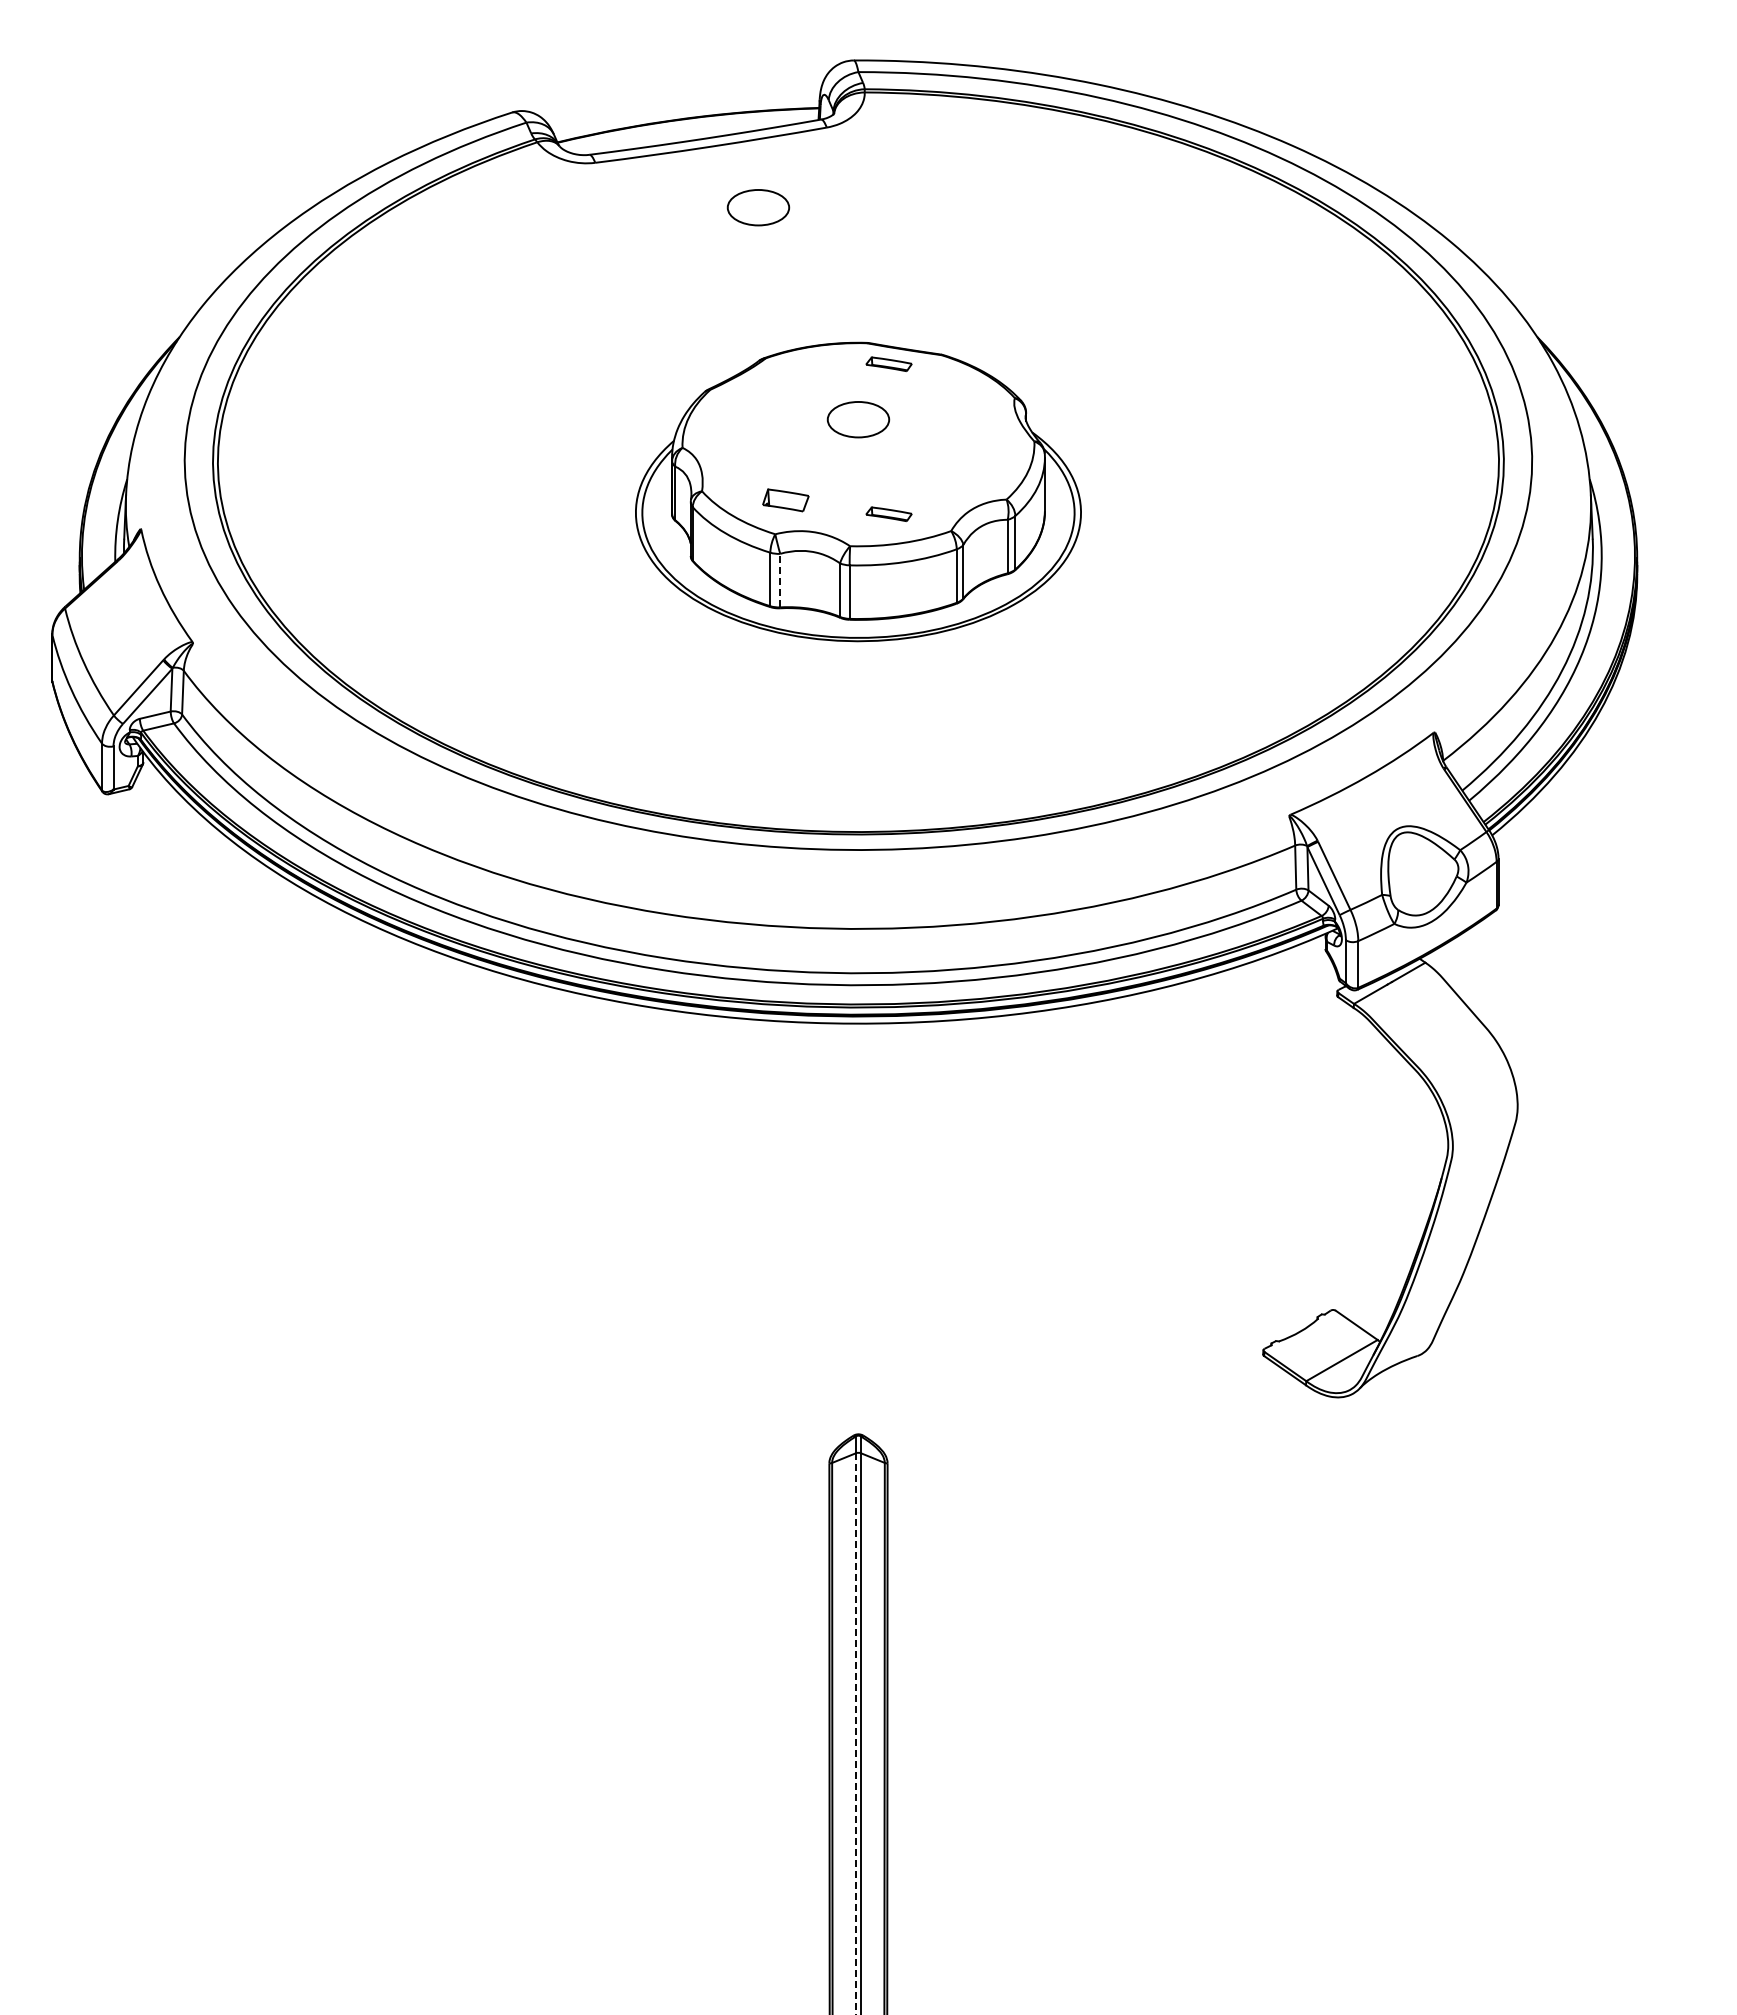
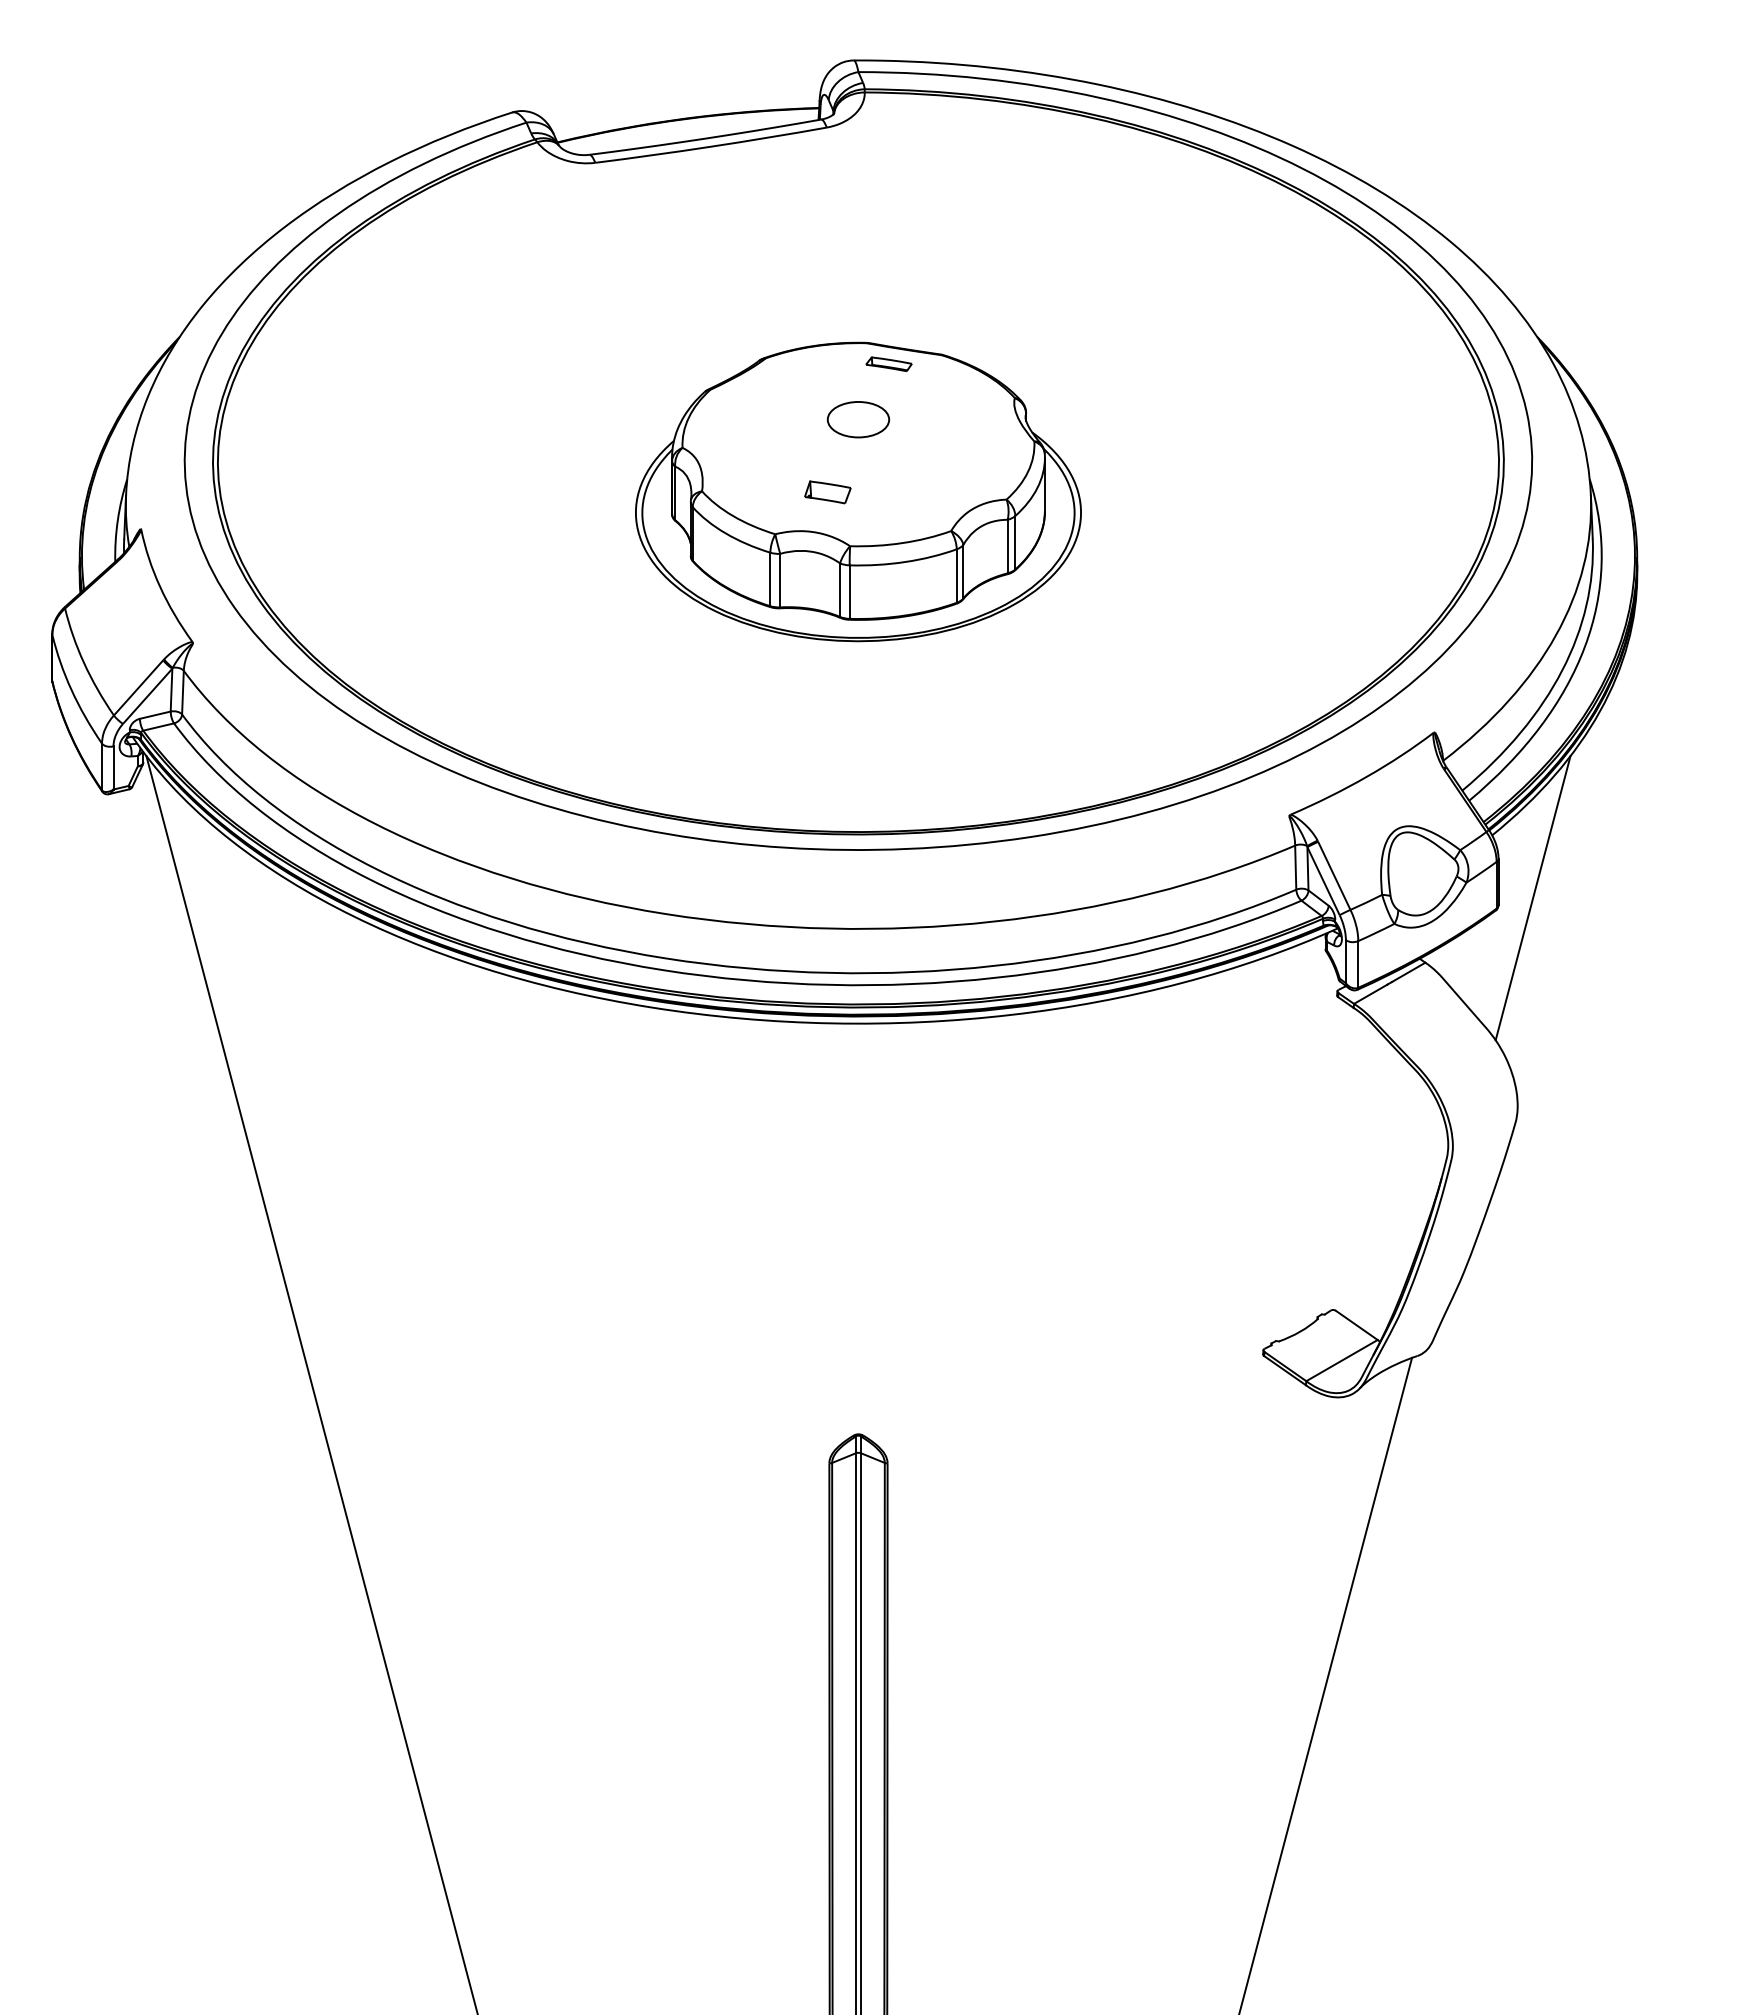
part at (758, 207): present -> none
part at (785, 500) position: (785, 500) -> (827, 492)
part at (888, 514): present -> none
line at (780, 580): dashed -> solid
line at (1532, 898): none -> present
line at (311, 1383): none -> present
line at (1325, 1684): none -> present
line at (855, 1734): dashed -> solid
